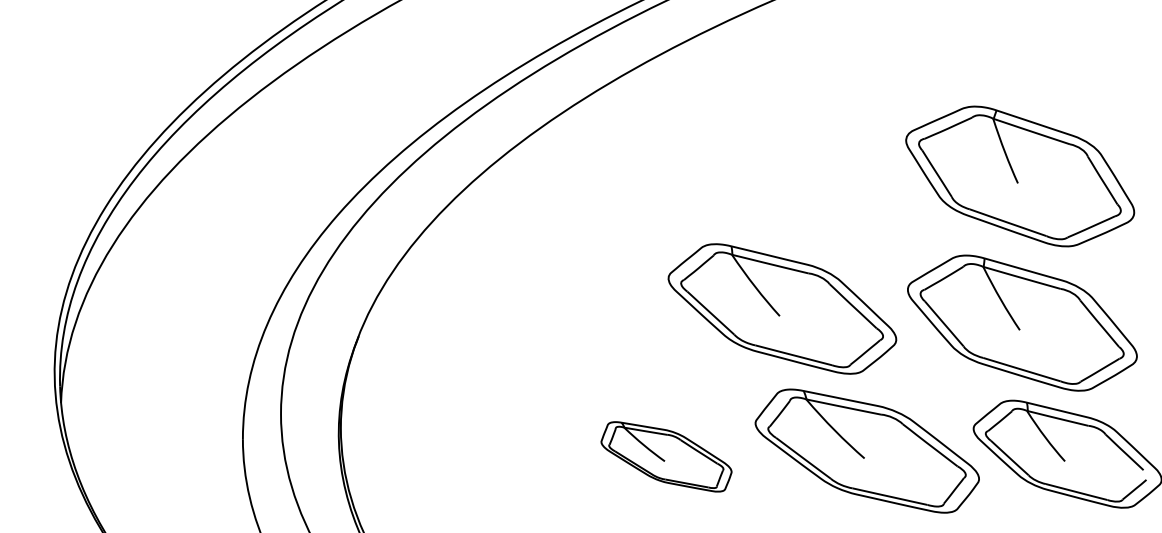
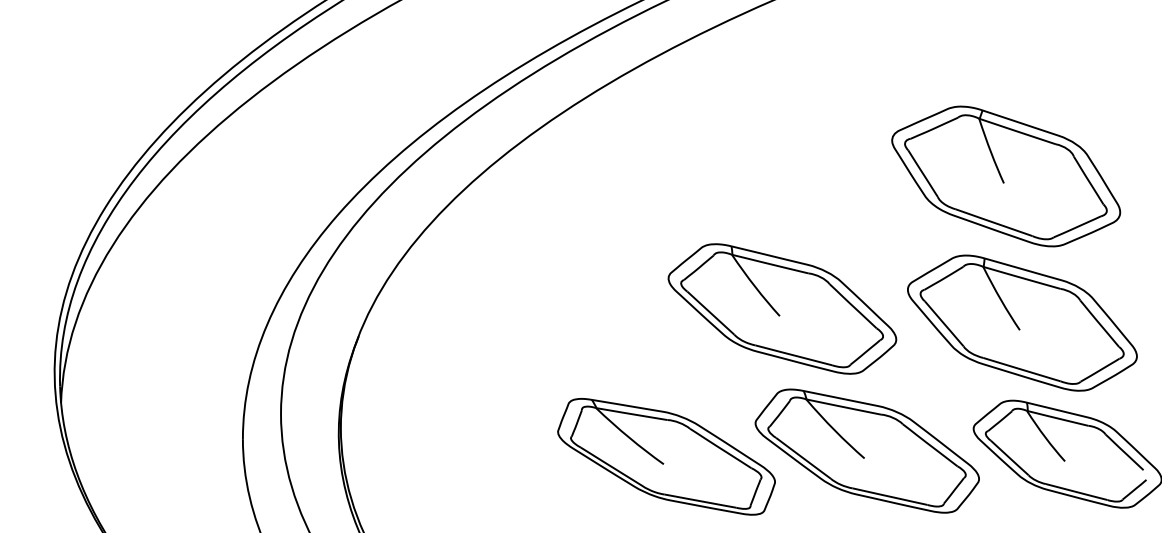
part at (1020, 176) position: (1020, 176) -> (1006, 176)
part at (666, 456) size: 133x72 px -> 219x118 px
